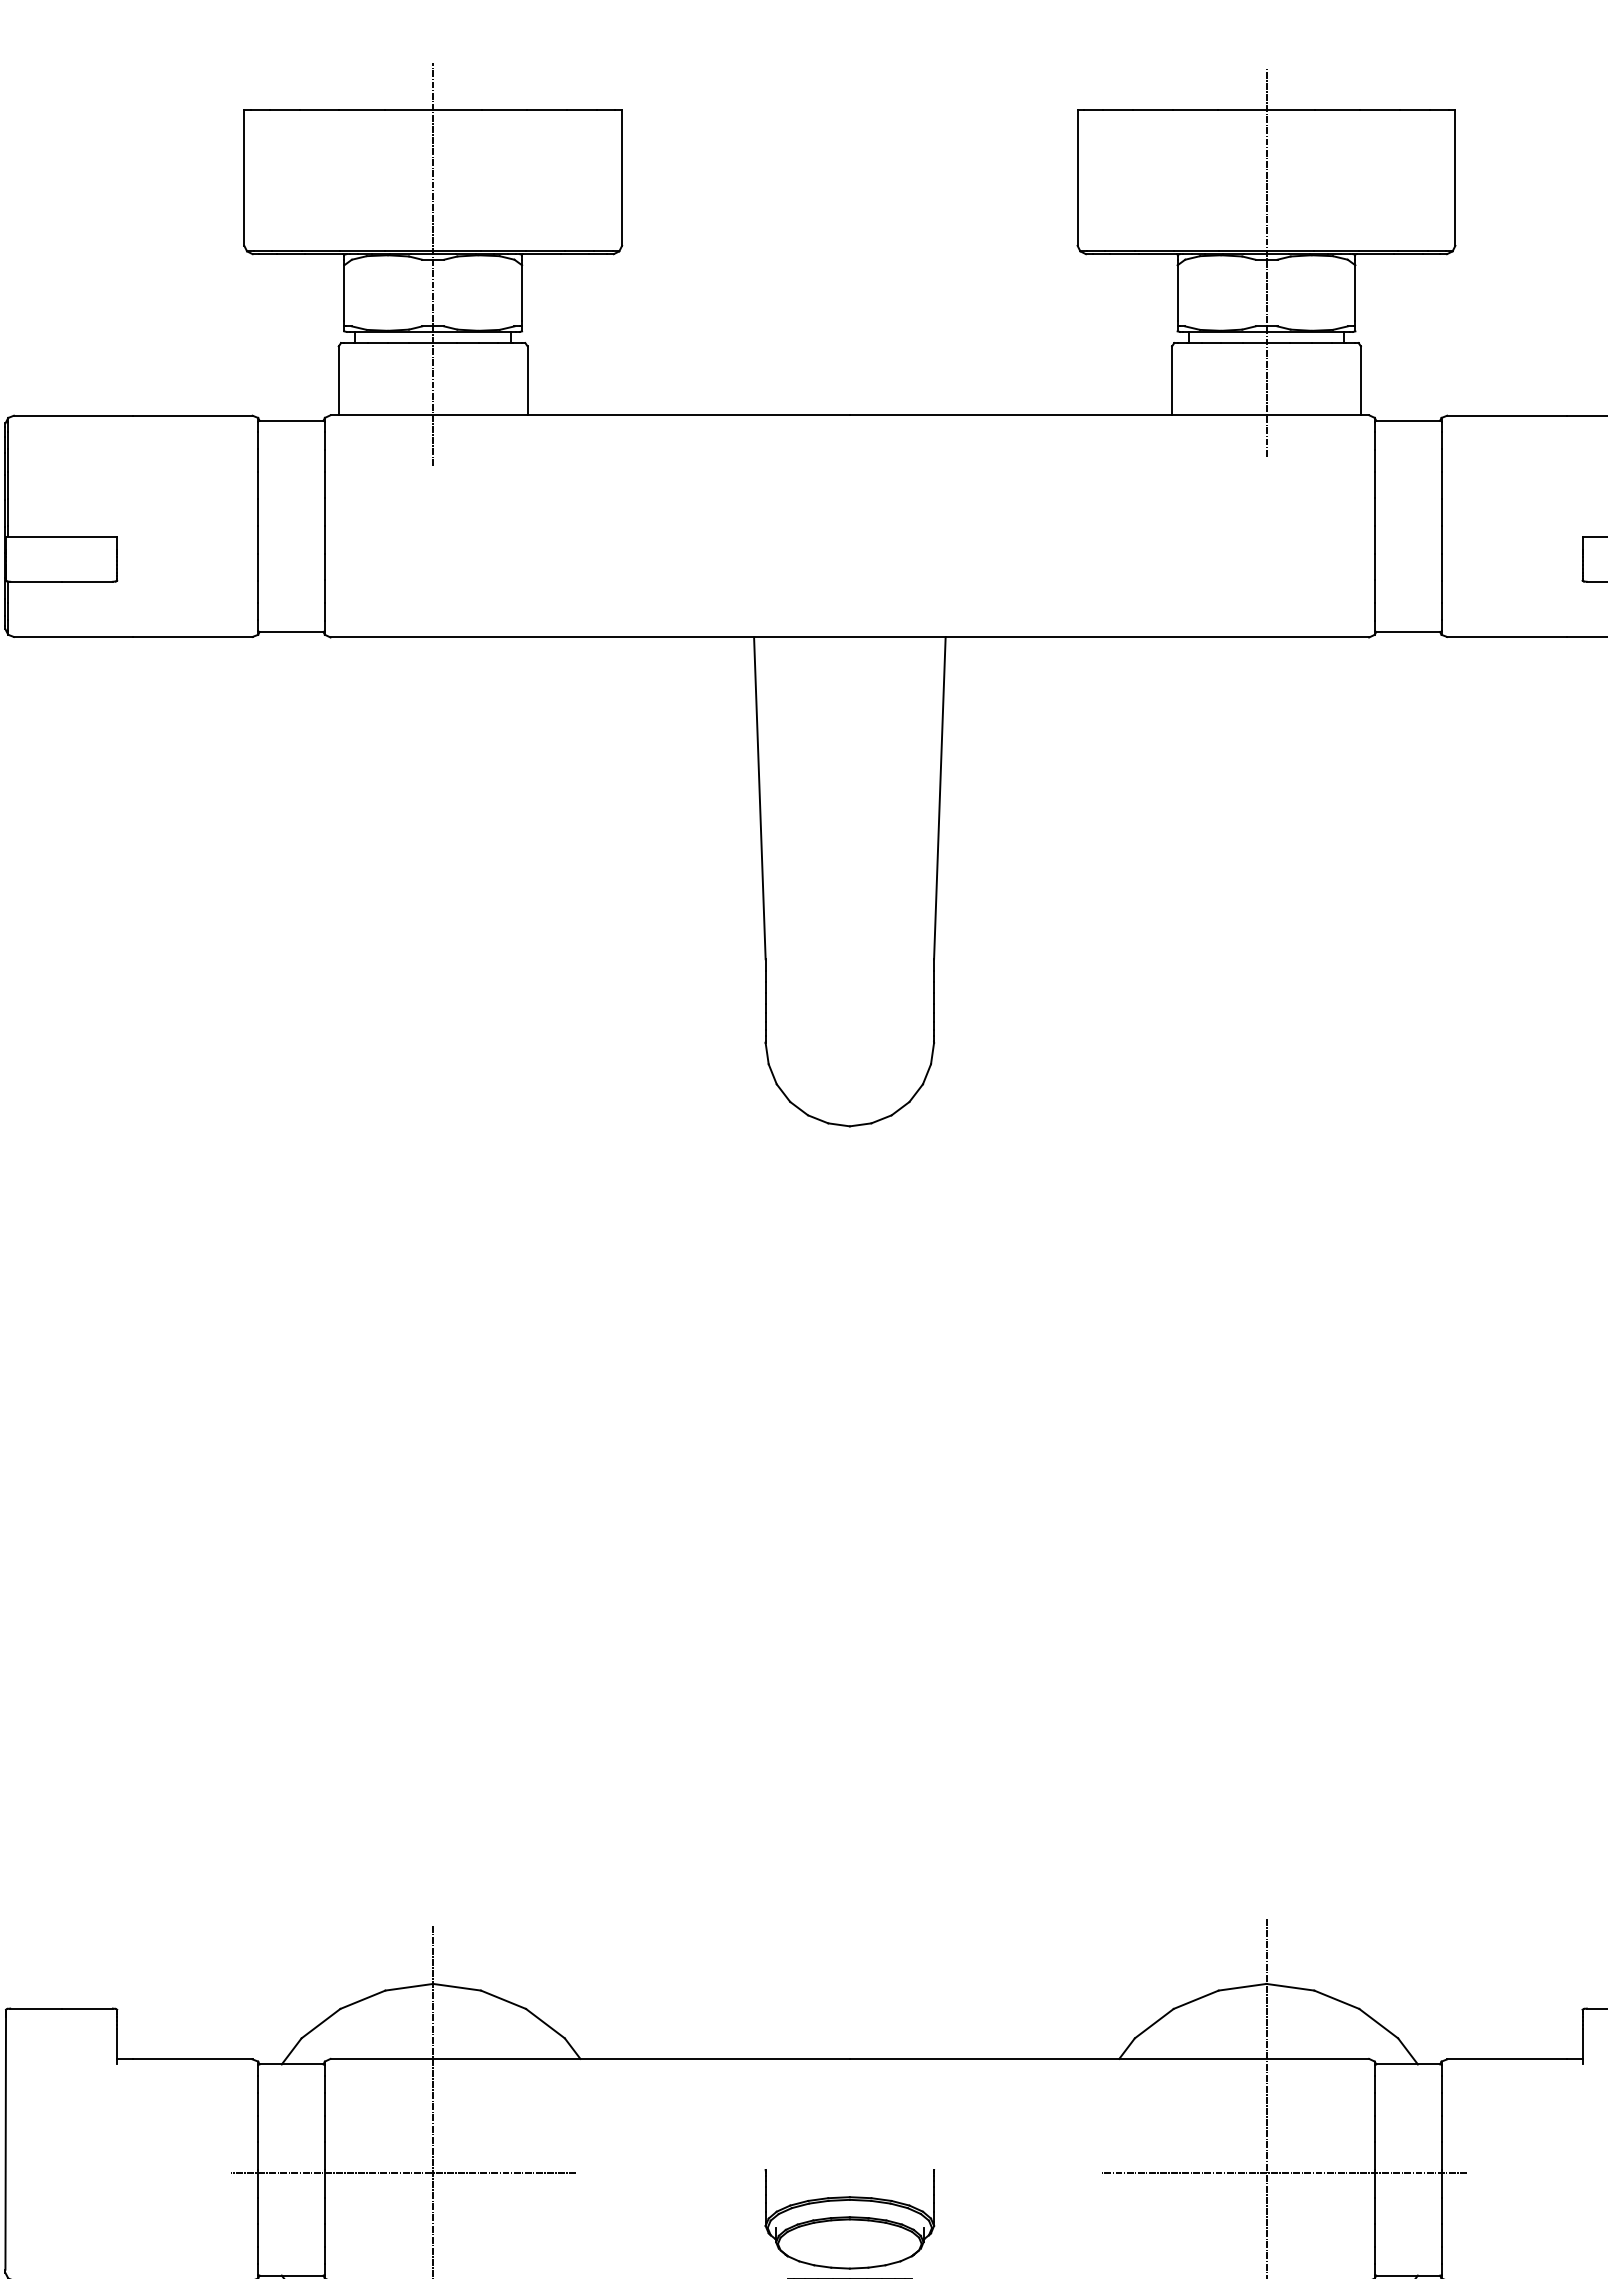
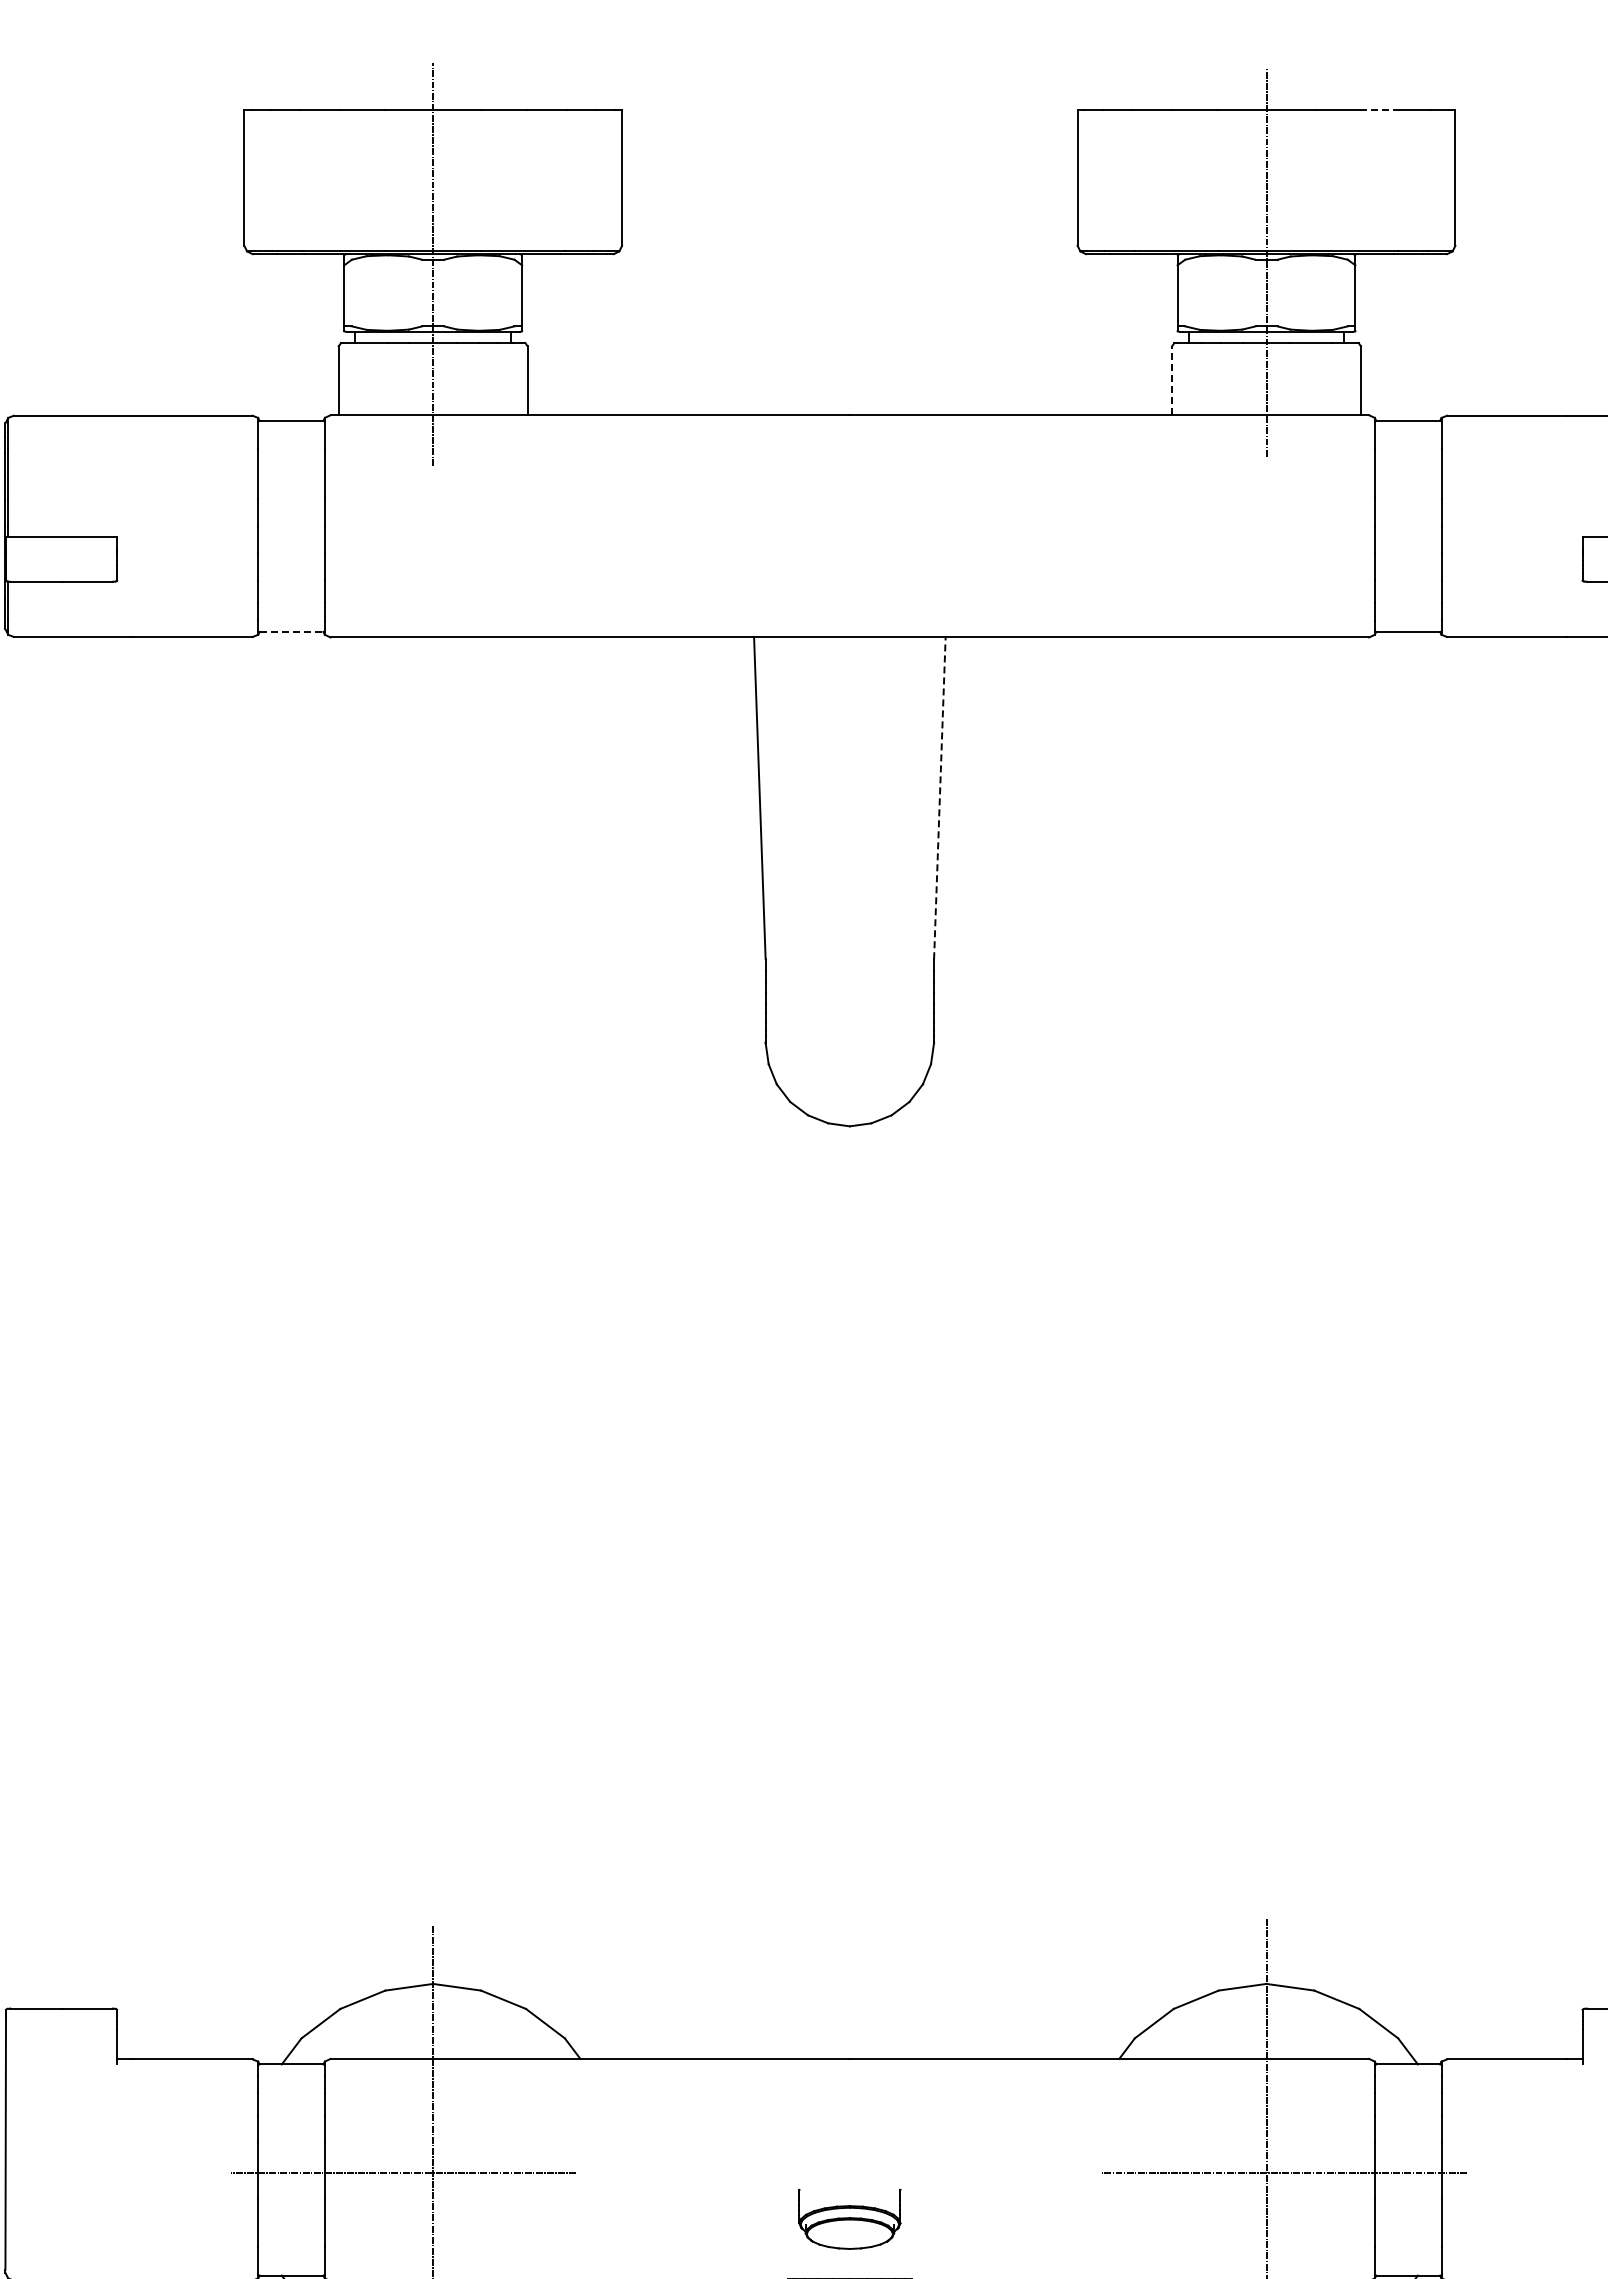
line at (1380, 109): solid -> dashed
line at (1172, 380): solid -> dashed
line at (291, 631): solid -> dashed
line at (939, 798): solid -> dashed
part at (849, 2219) size: 172x101 px -> 104x62 px
